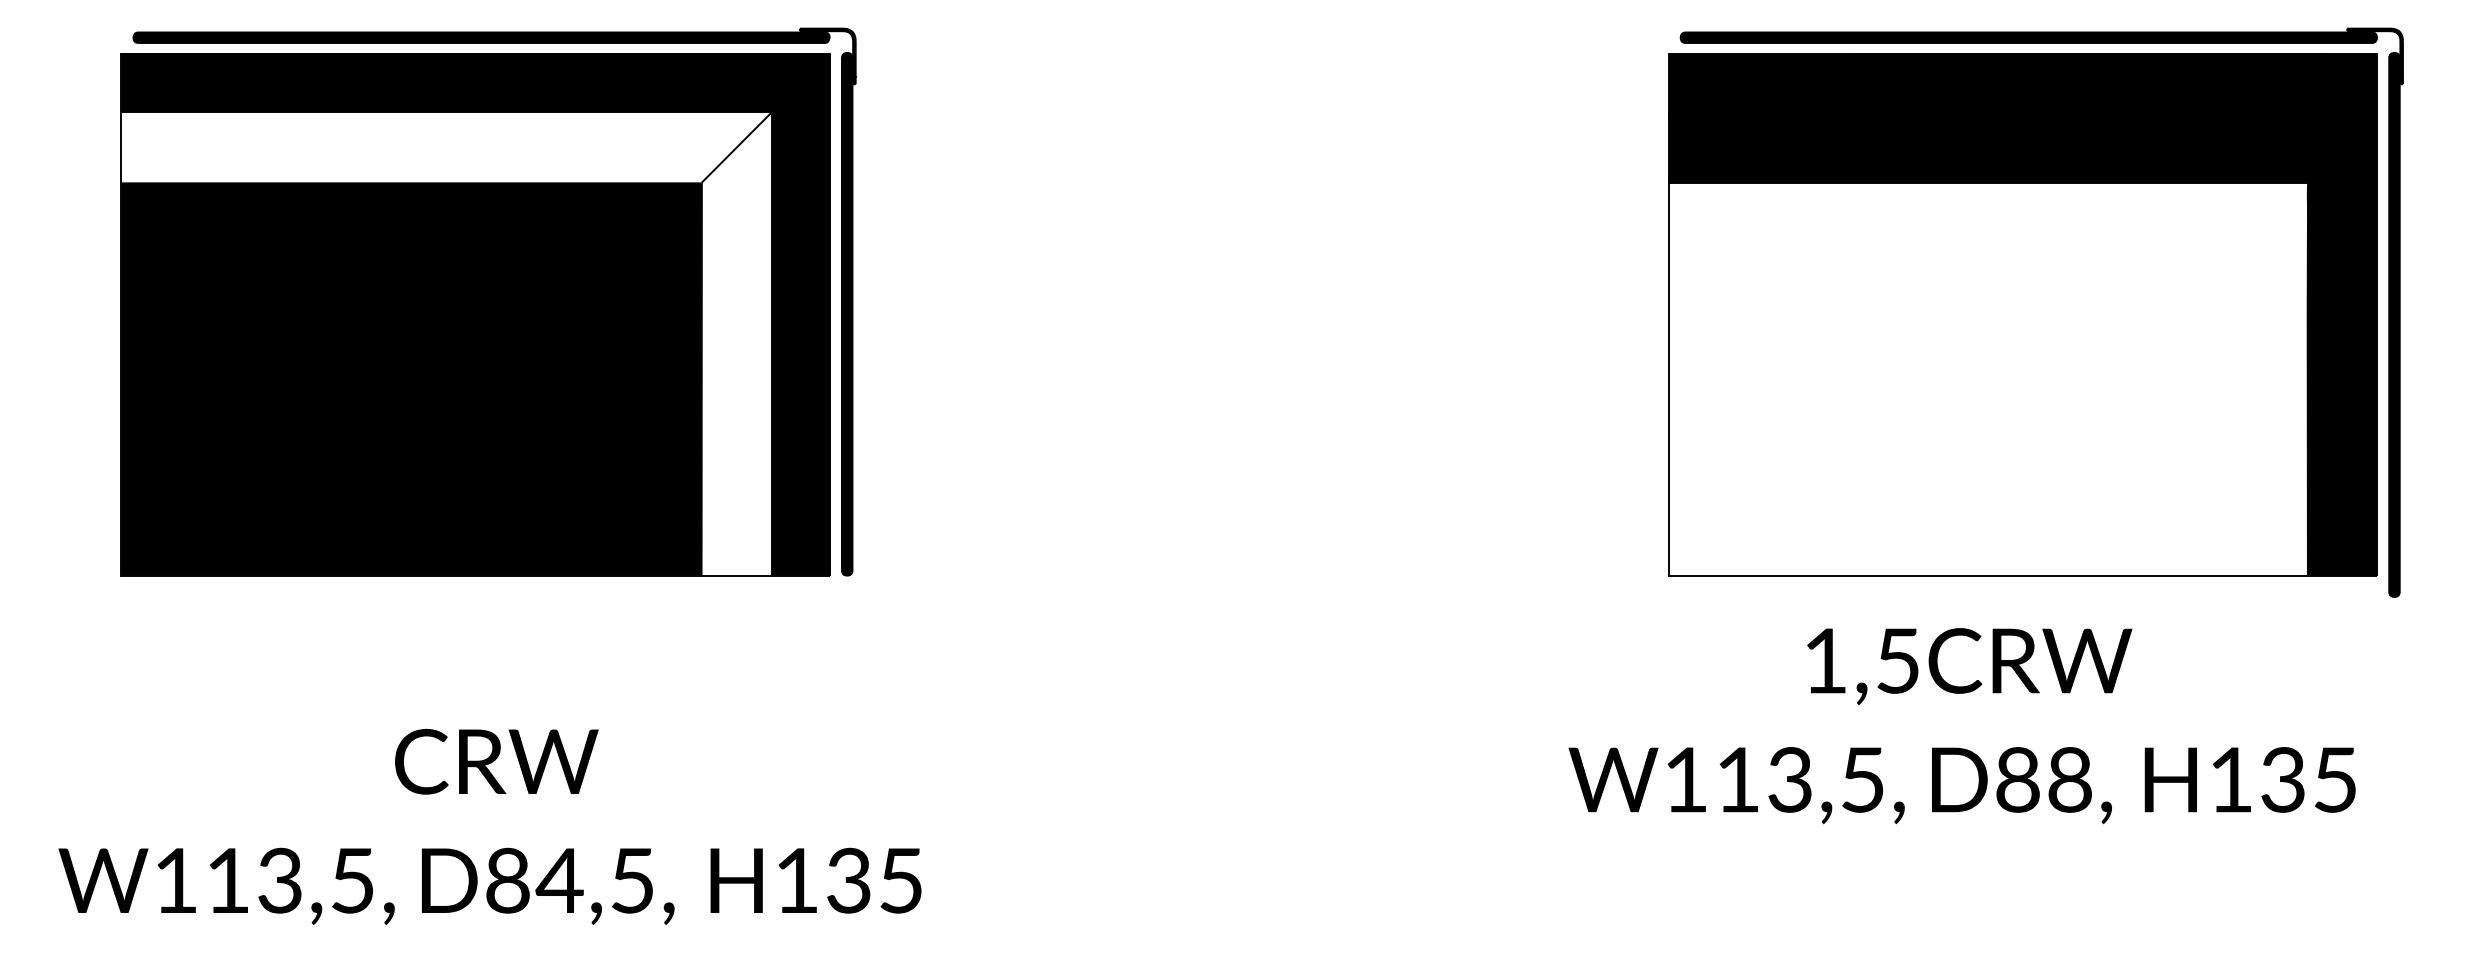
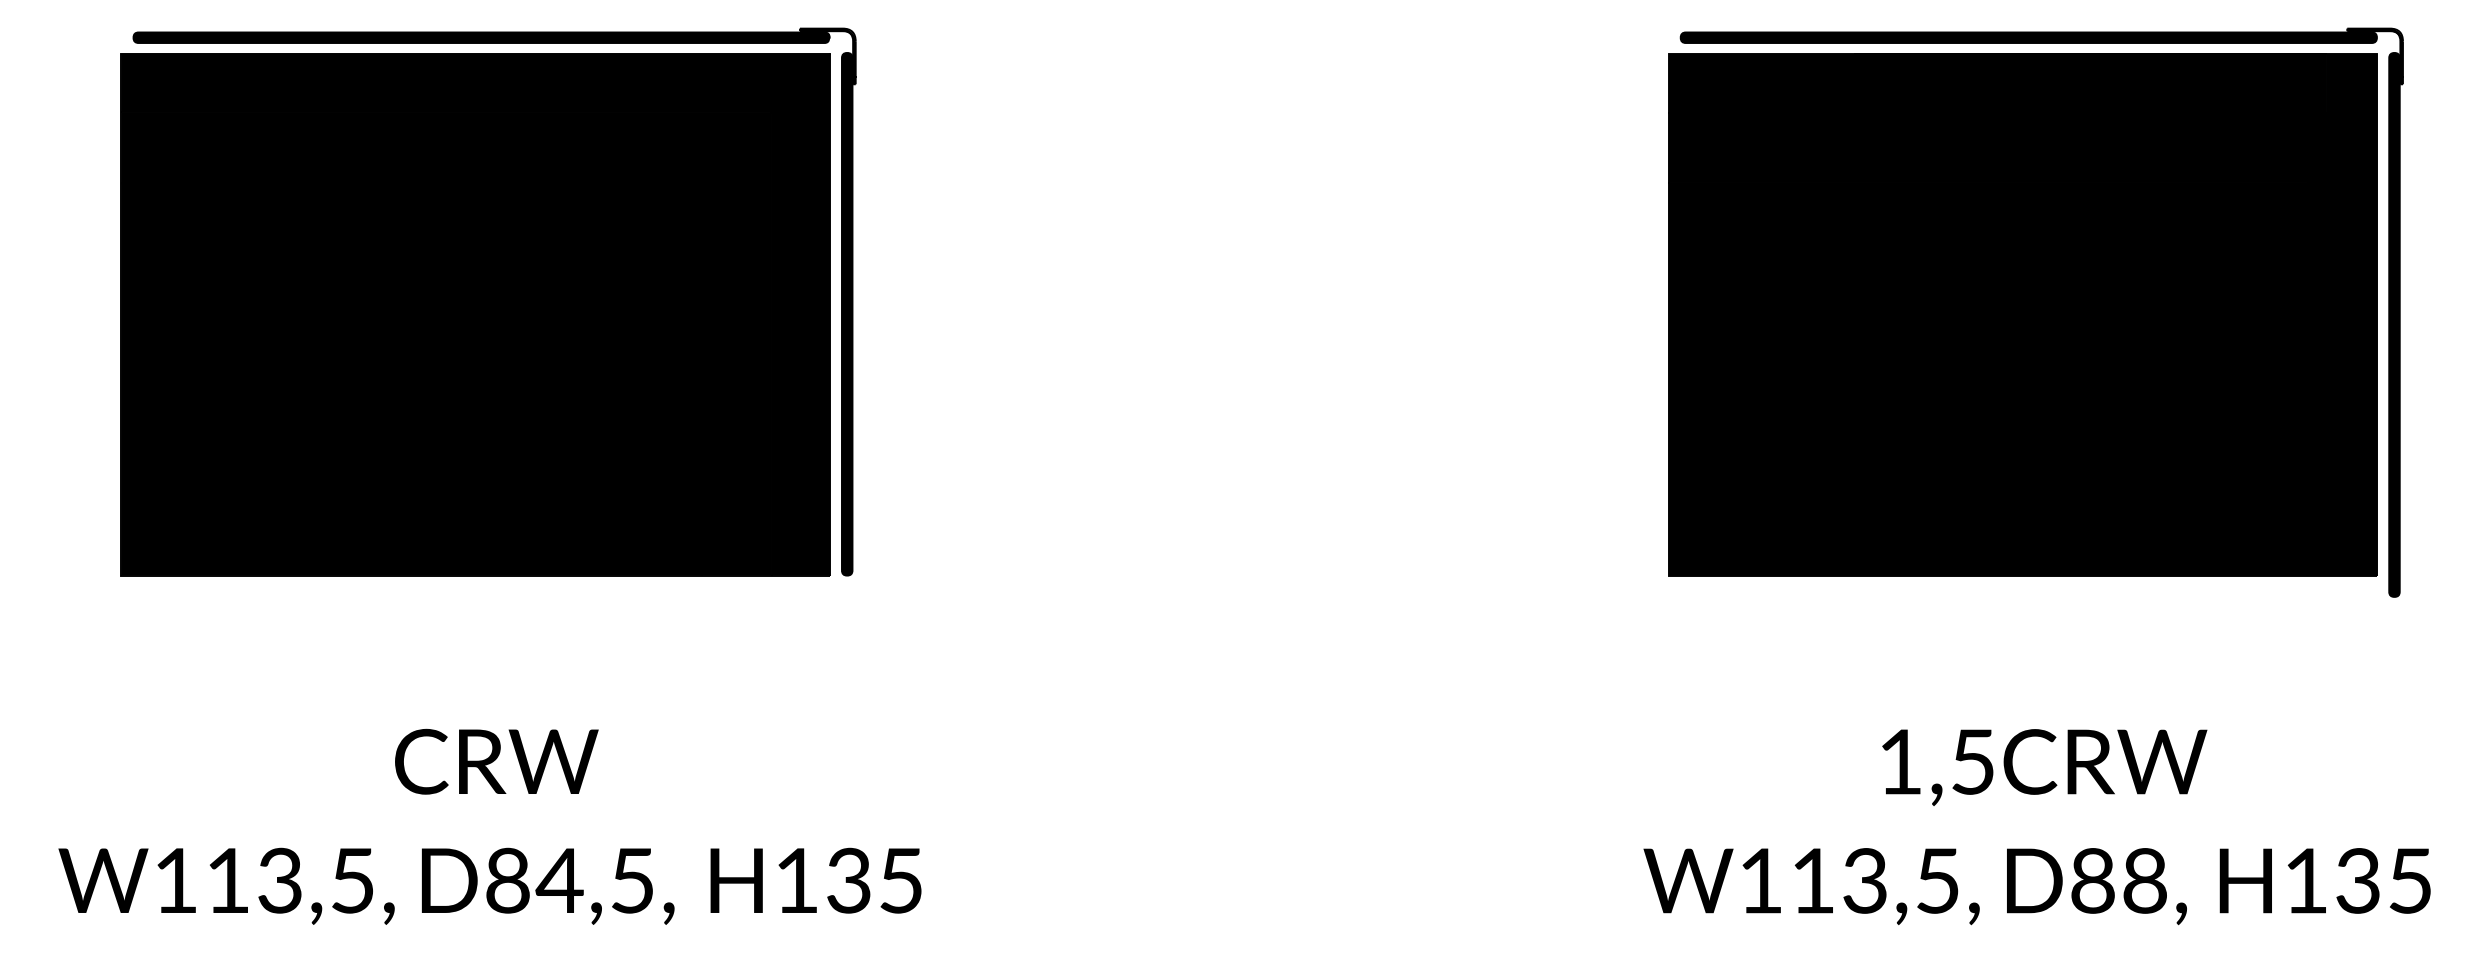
fill at (446, 343): none -> present
fill at (1988, 378): none -> present
text at (1961, 726) position: (1961, 726) -> (2036, 827)
